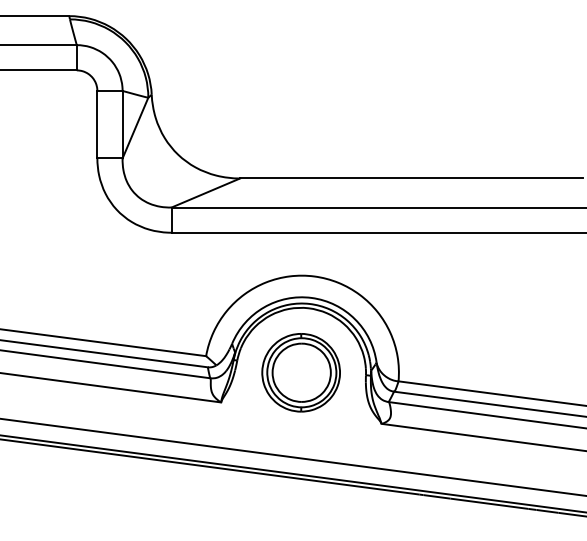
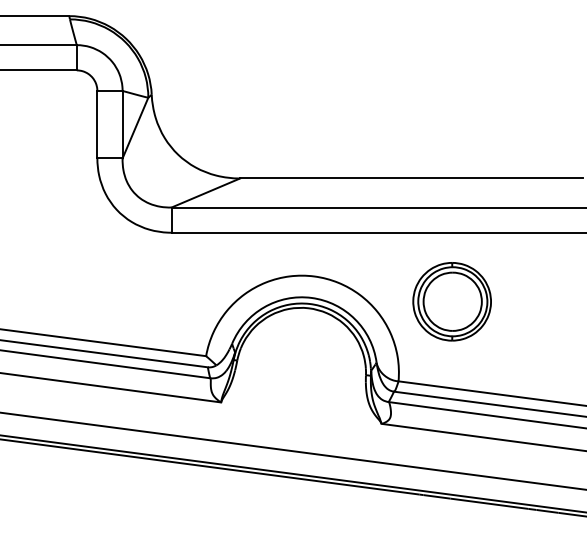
part at (300, 372) position: (300, 372) -> (451, 301)
line at (292, 457) position: (292, 457) -> (292, 450)
